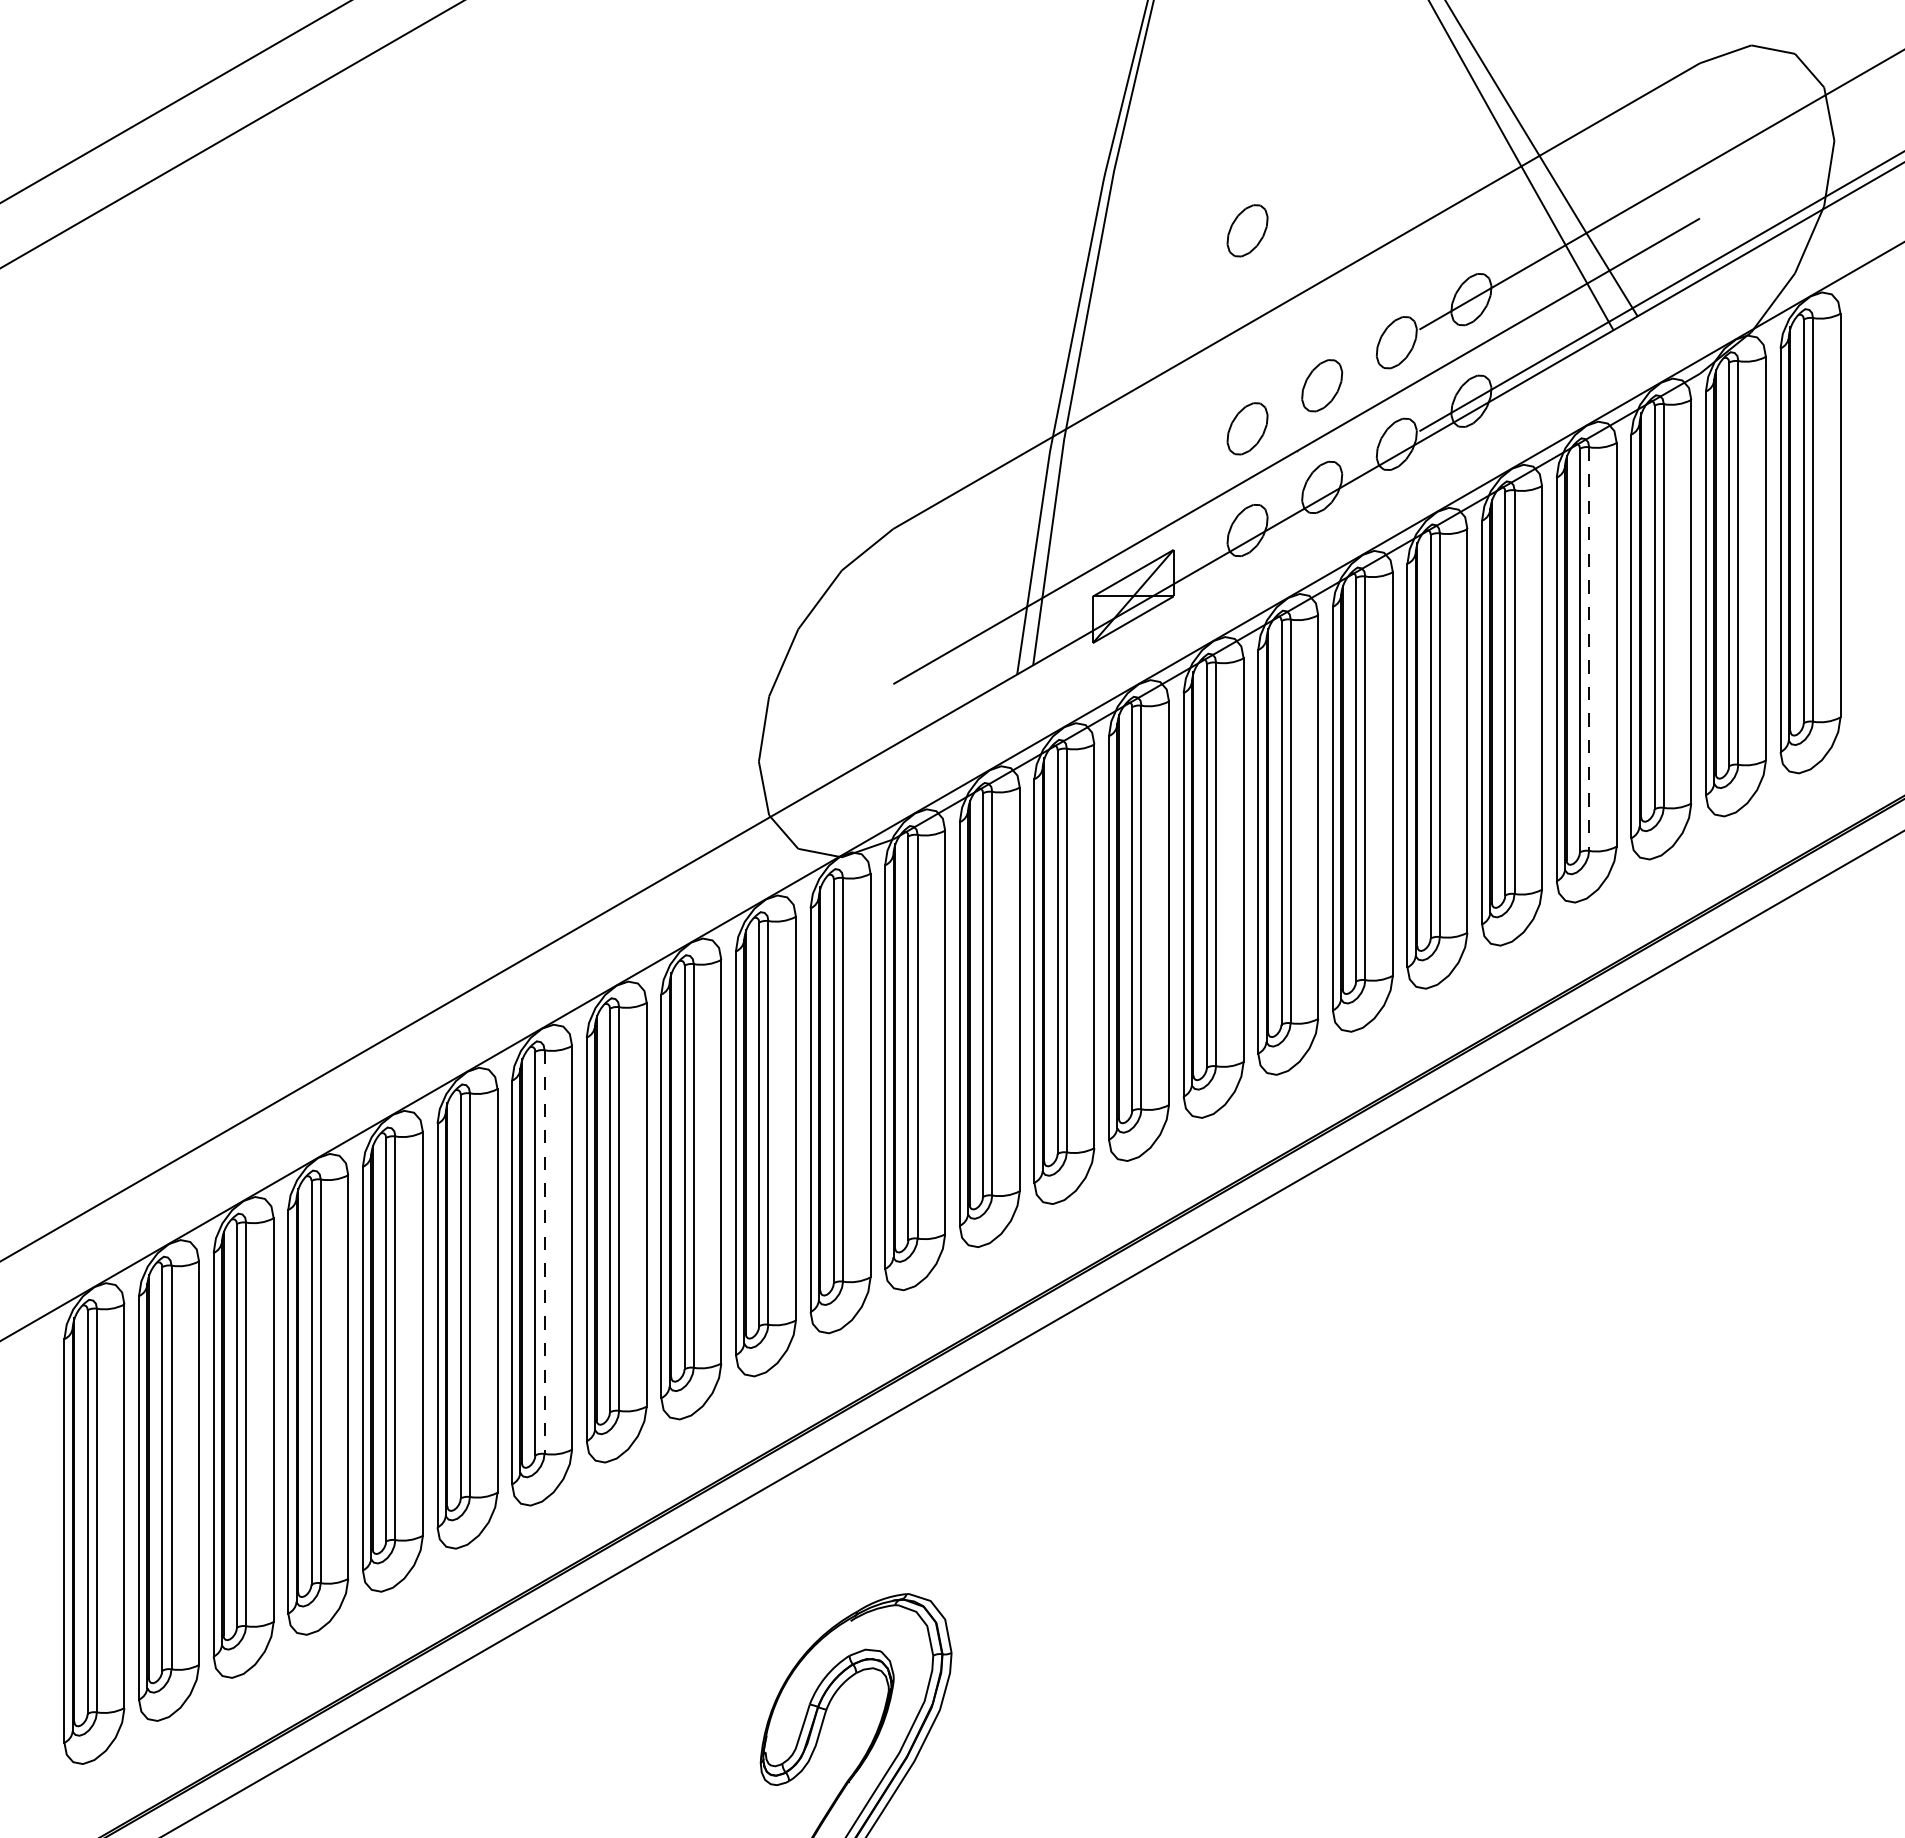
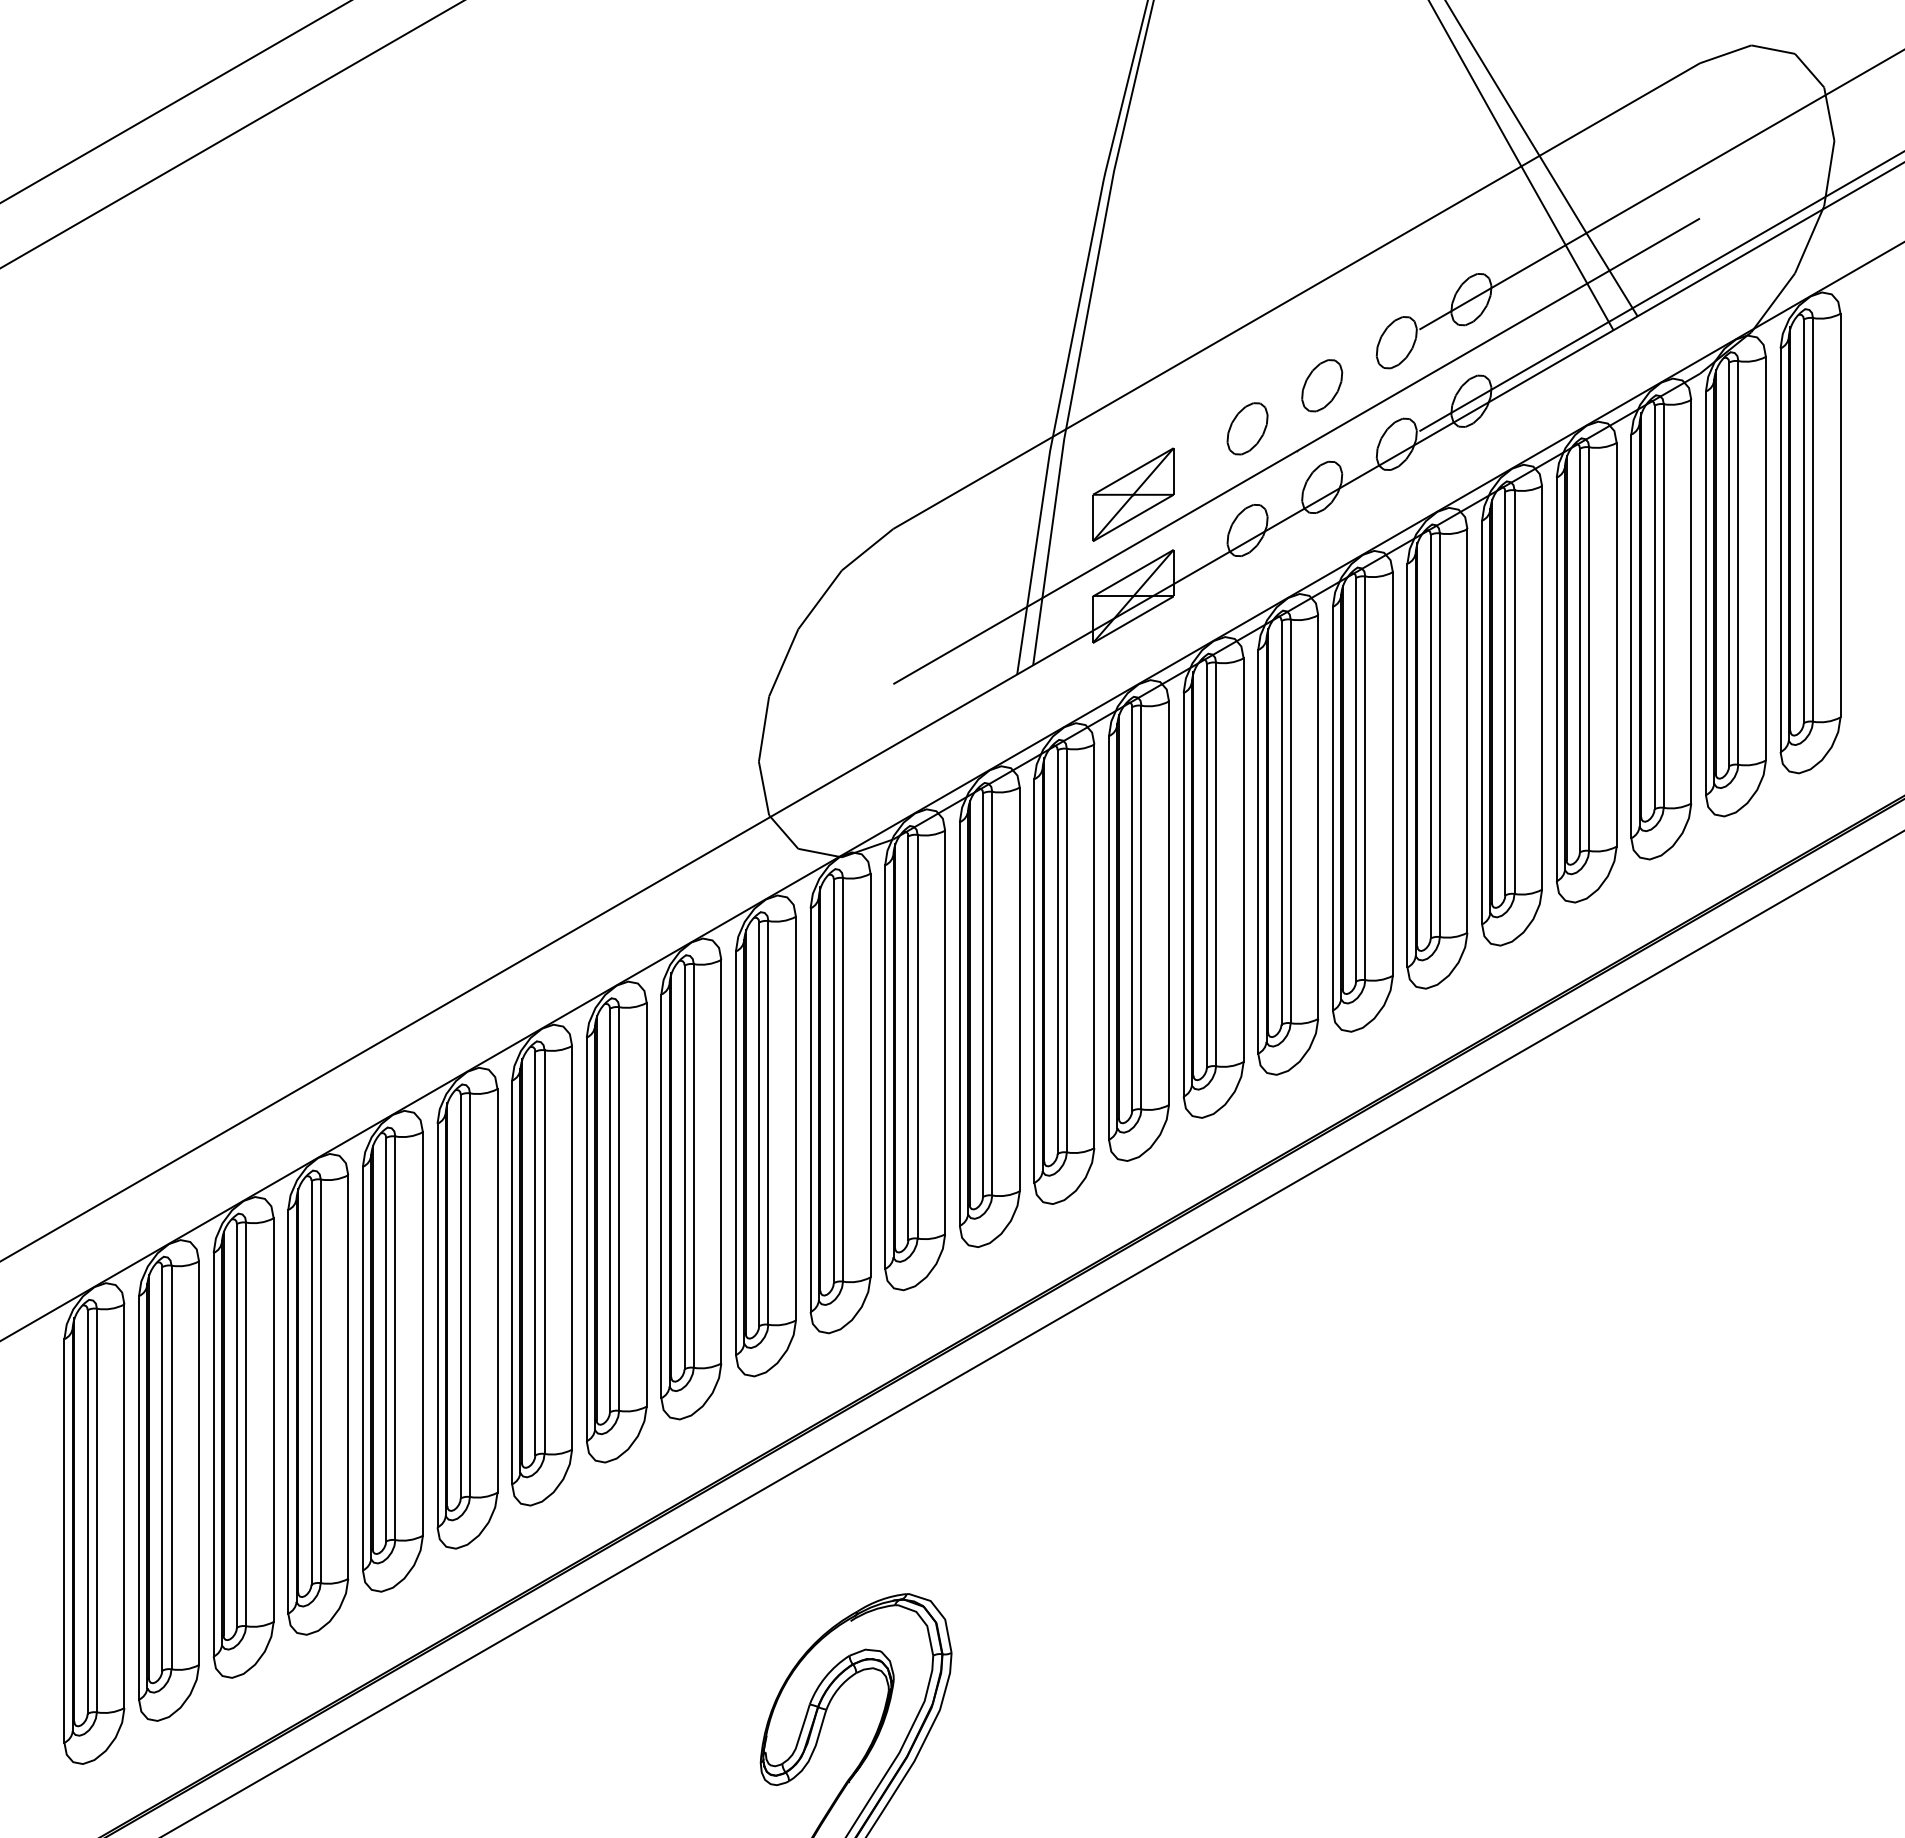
part at (1247, 230): present -> none
part at (1133, 494): none -> present
line at (1589, 649): dashed -> solid
line at (544, 1252): dashed -> solid
